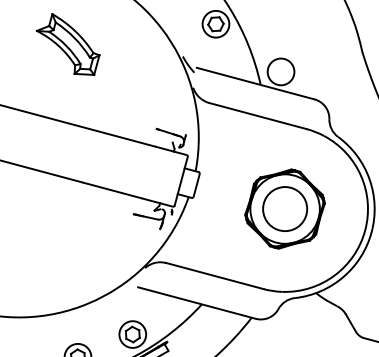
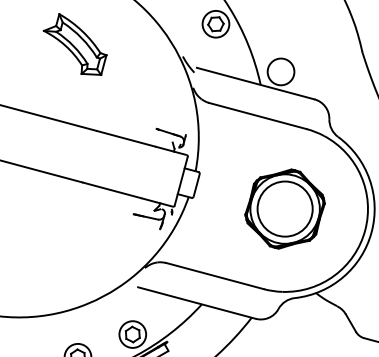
part at (67, 44) position: (67, 44) -> (74, 44)
circle at (285, 209) diameter: 44 px -> 55 px
